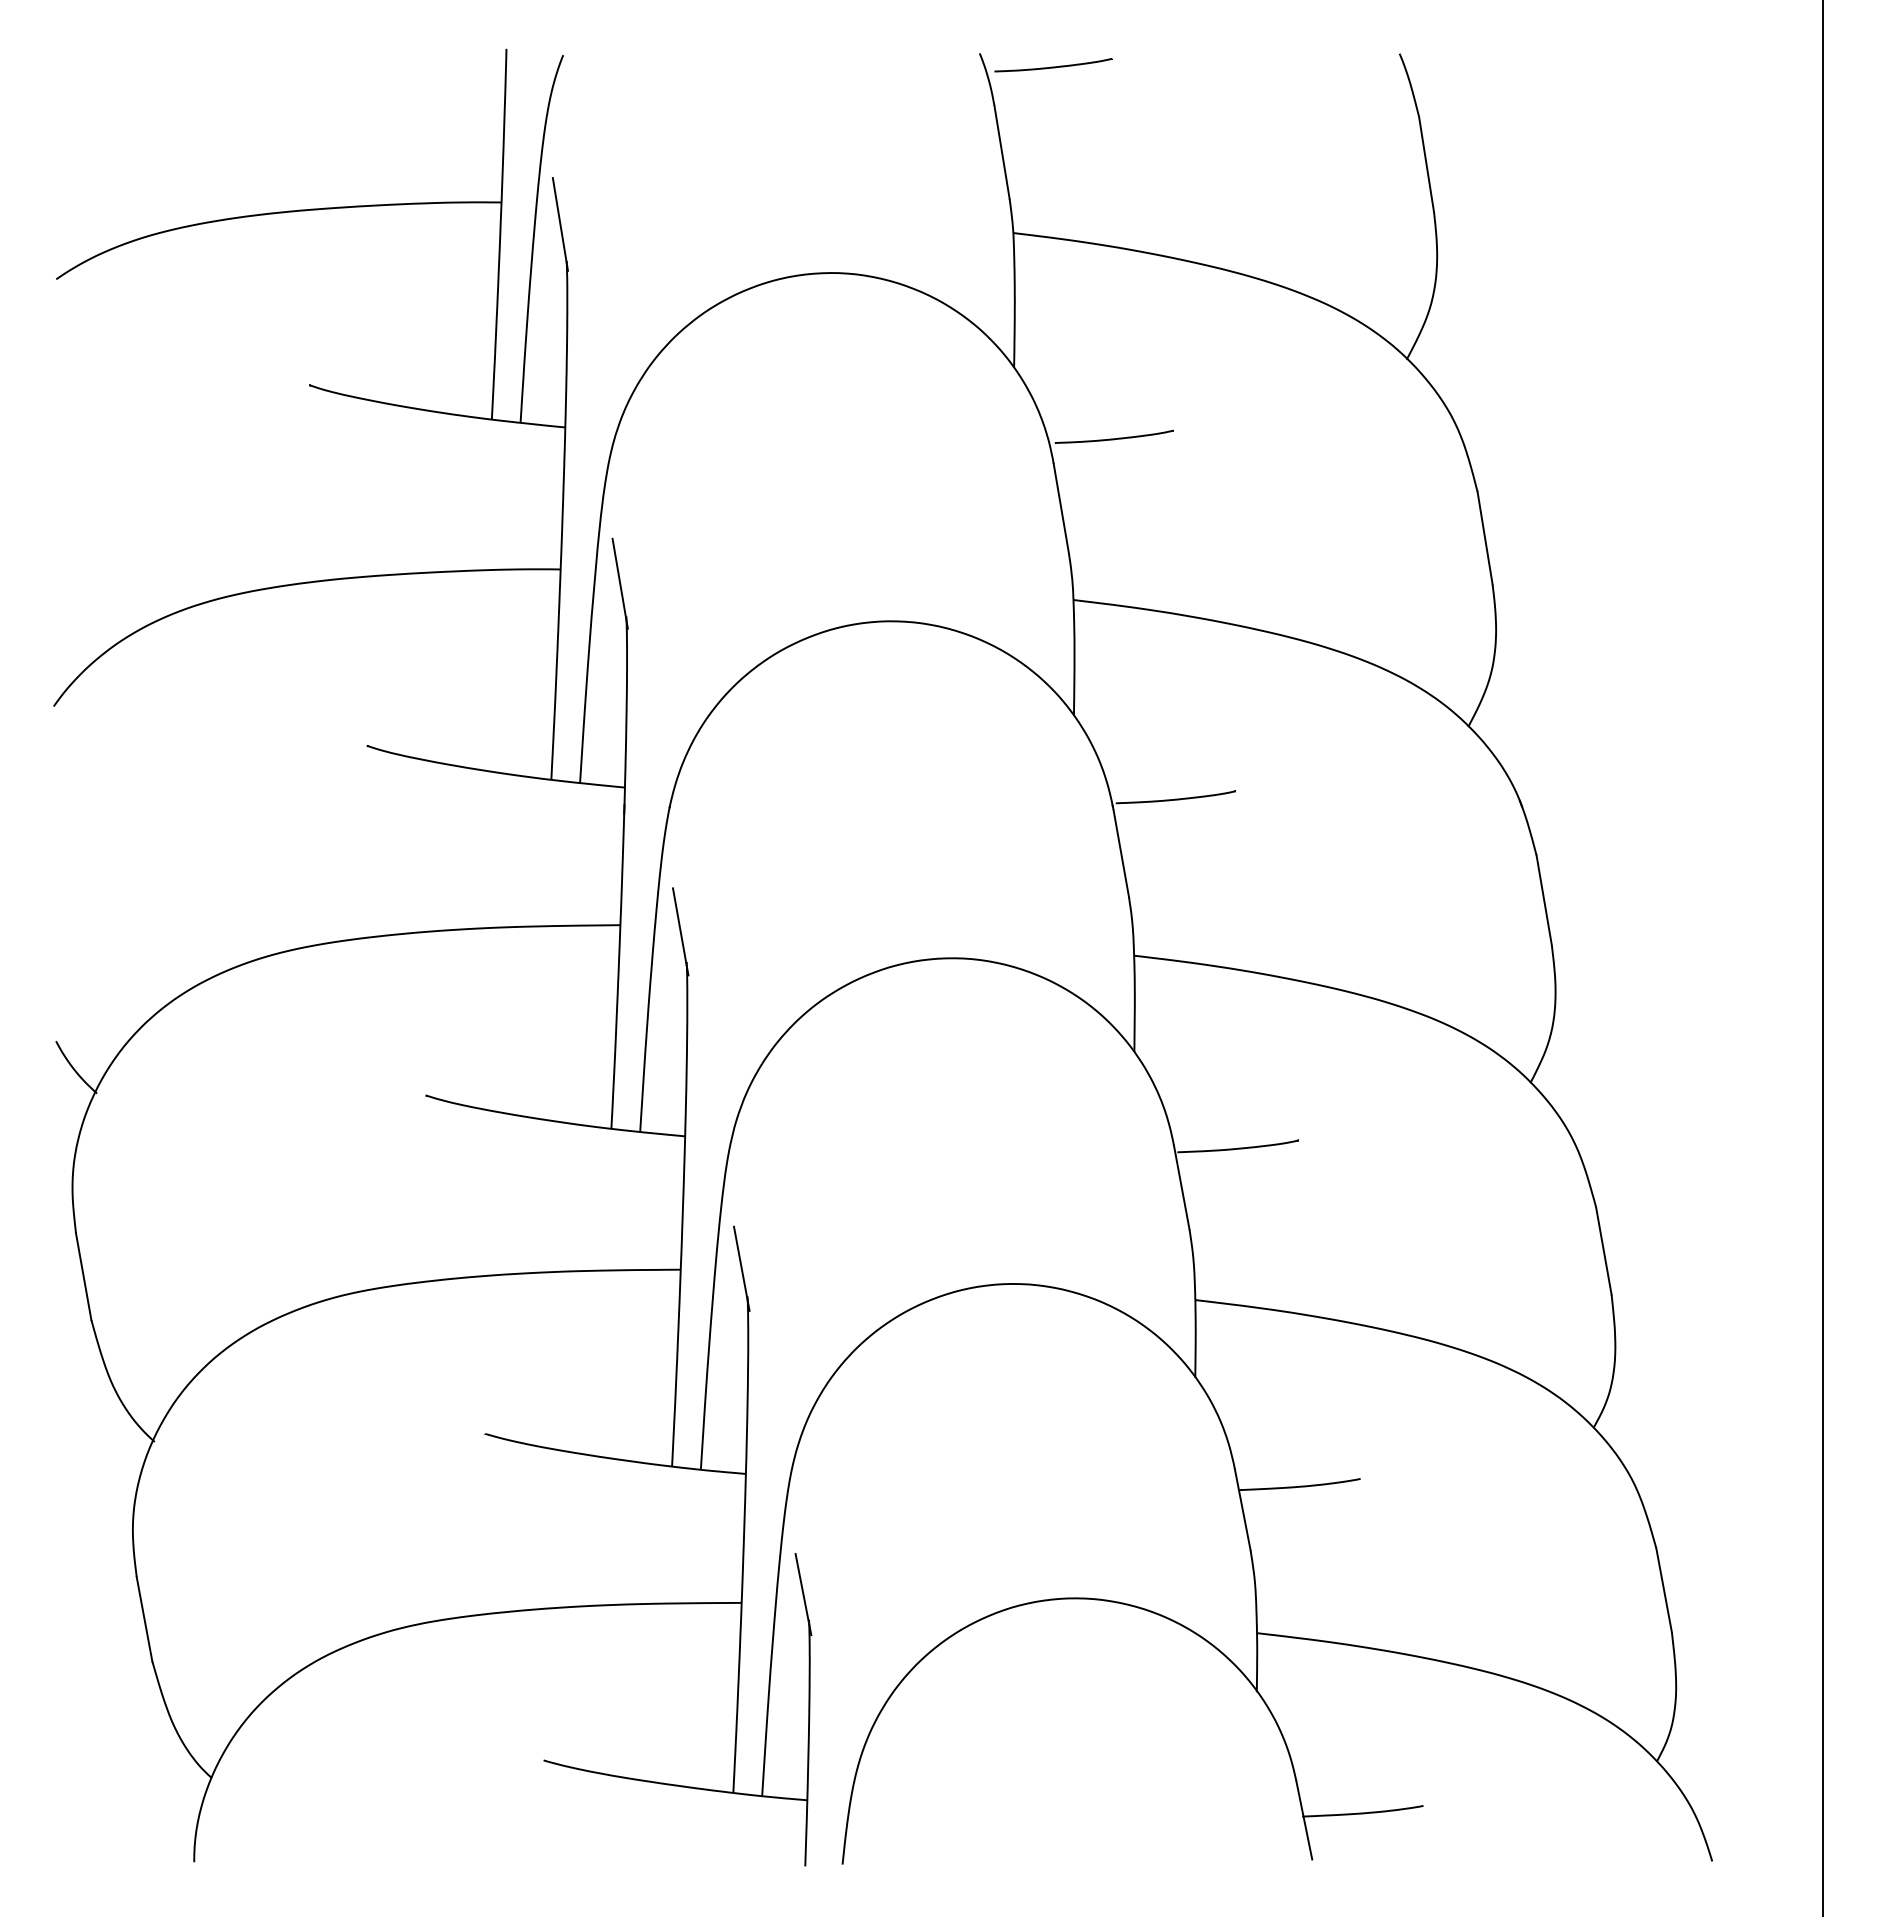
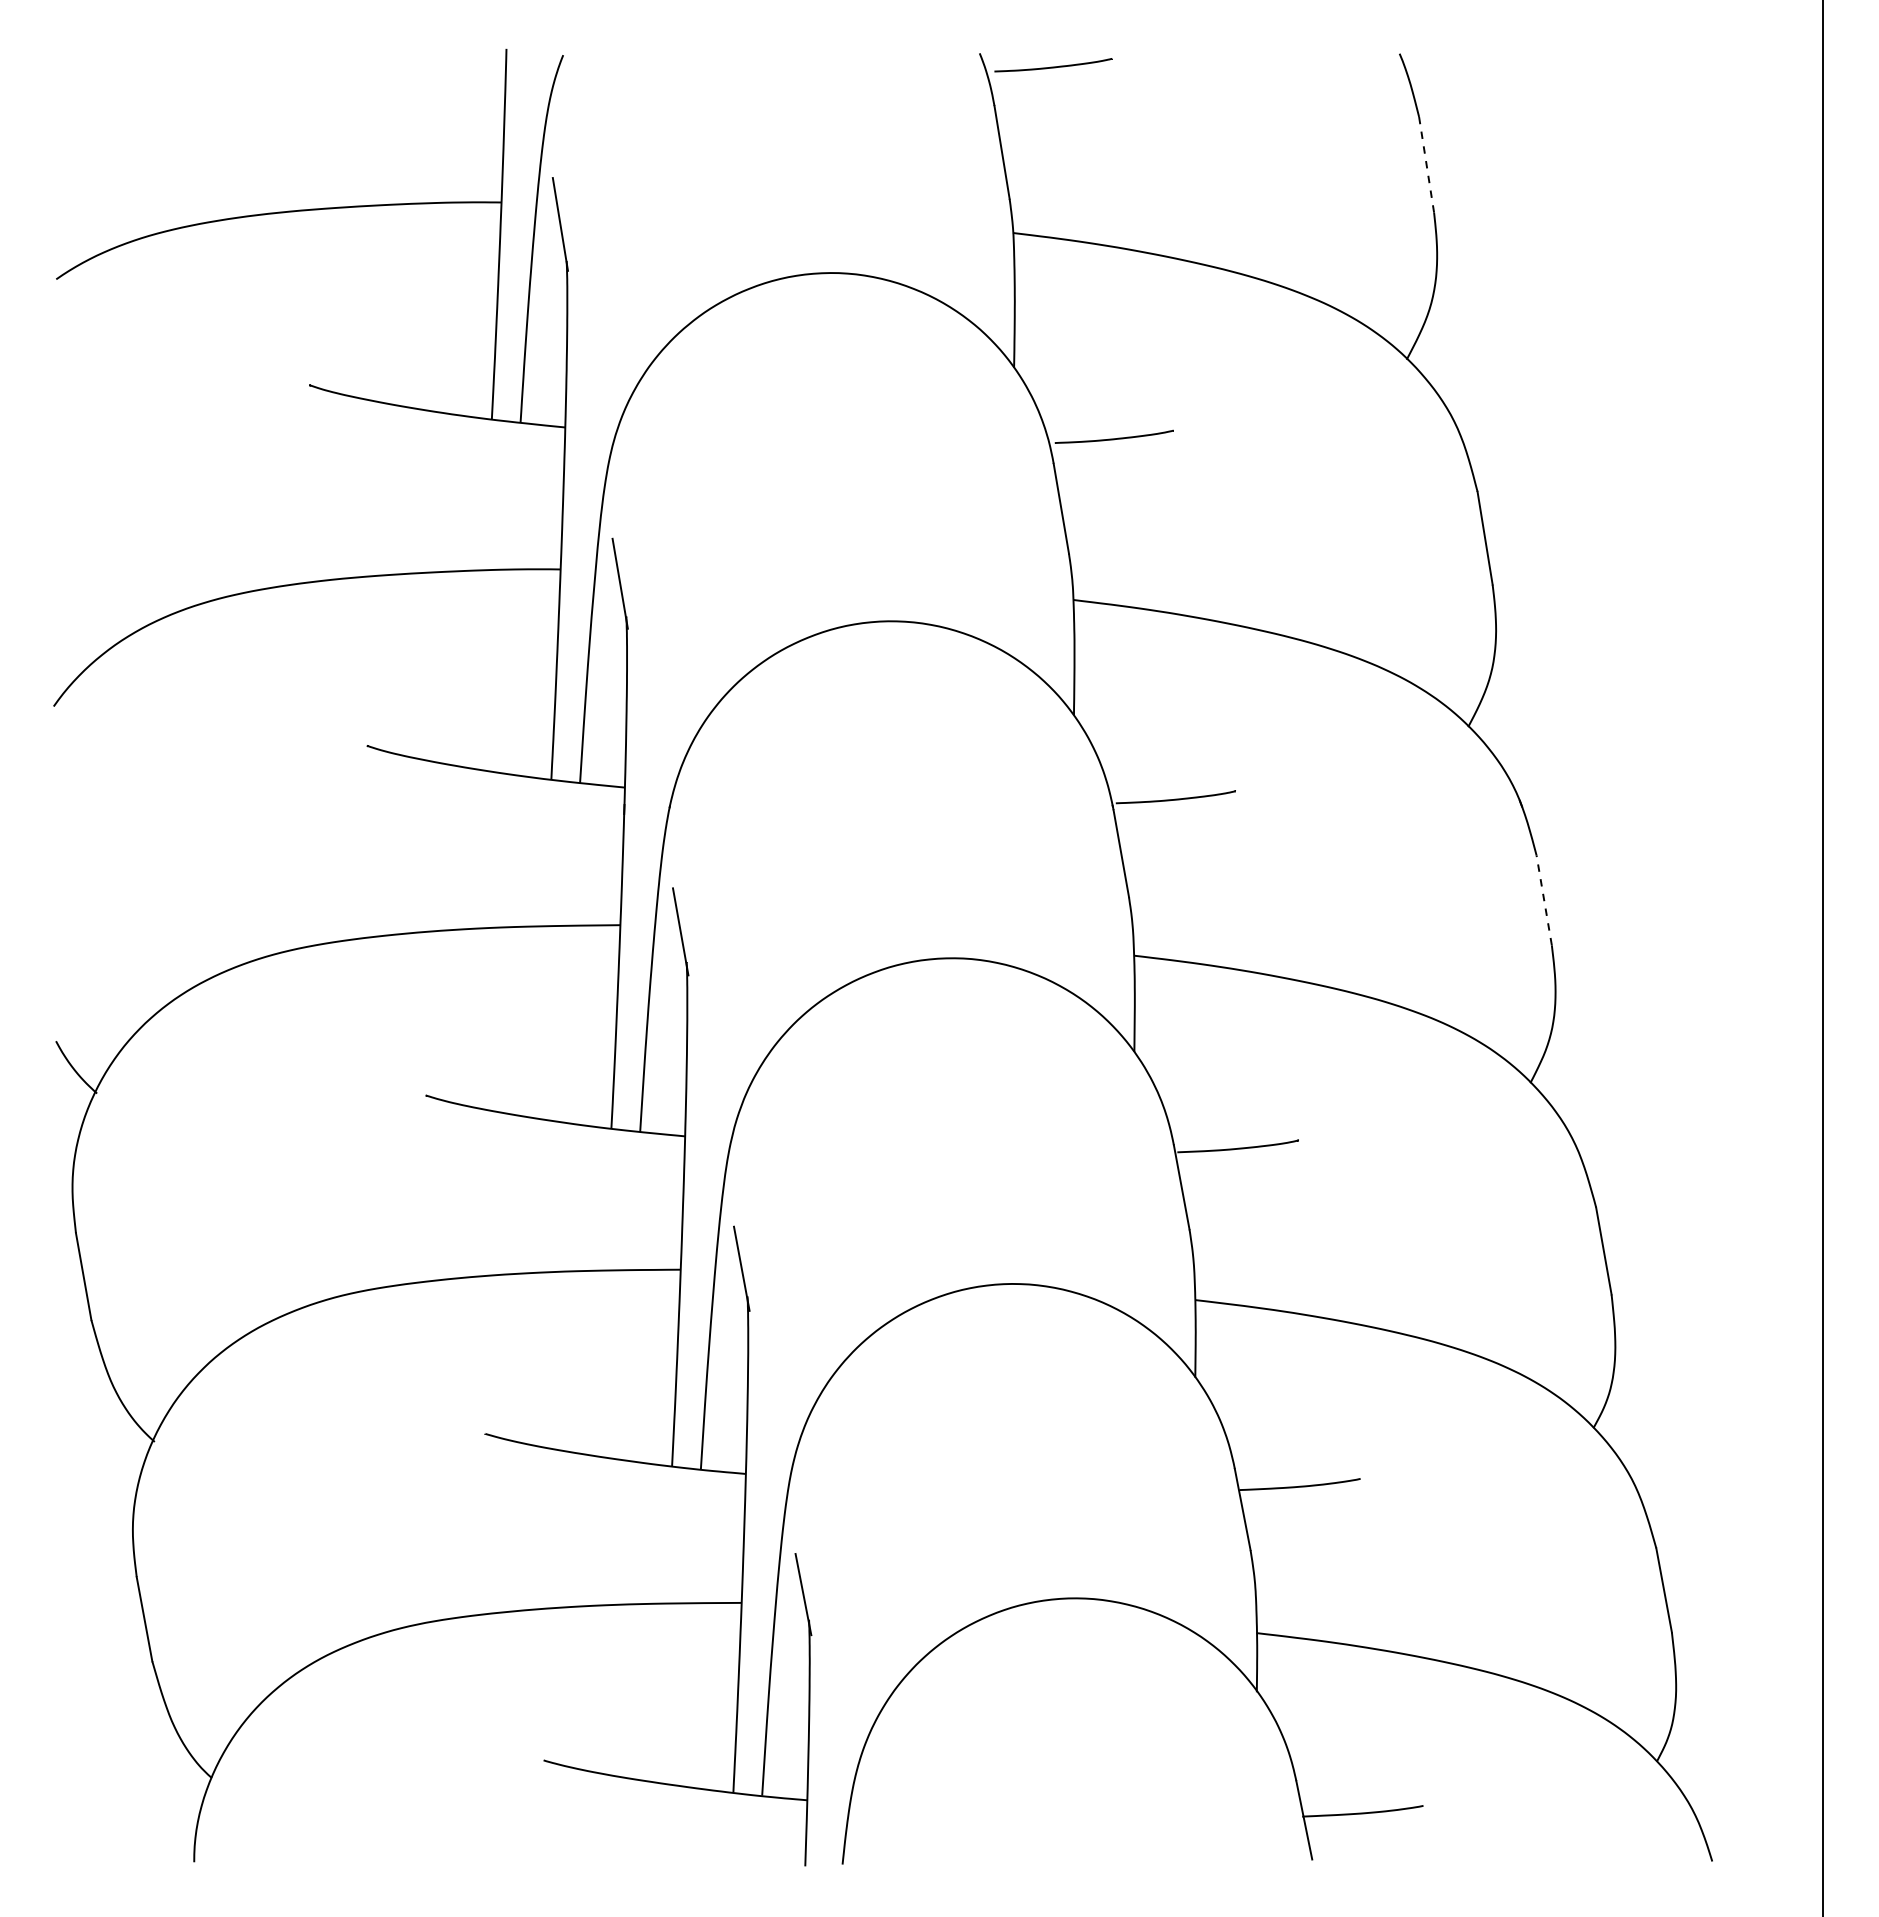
line at (1426, 164): solid -> dashed
line at (1544, 900): solid -> dashed
